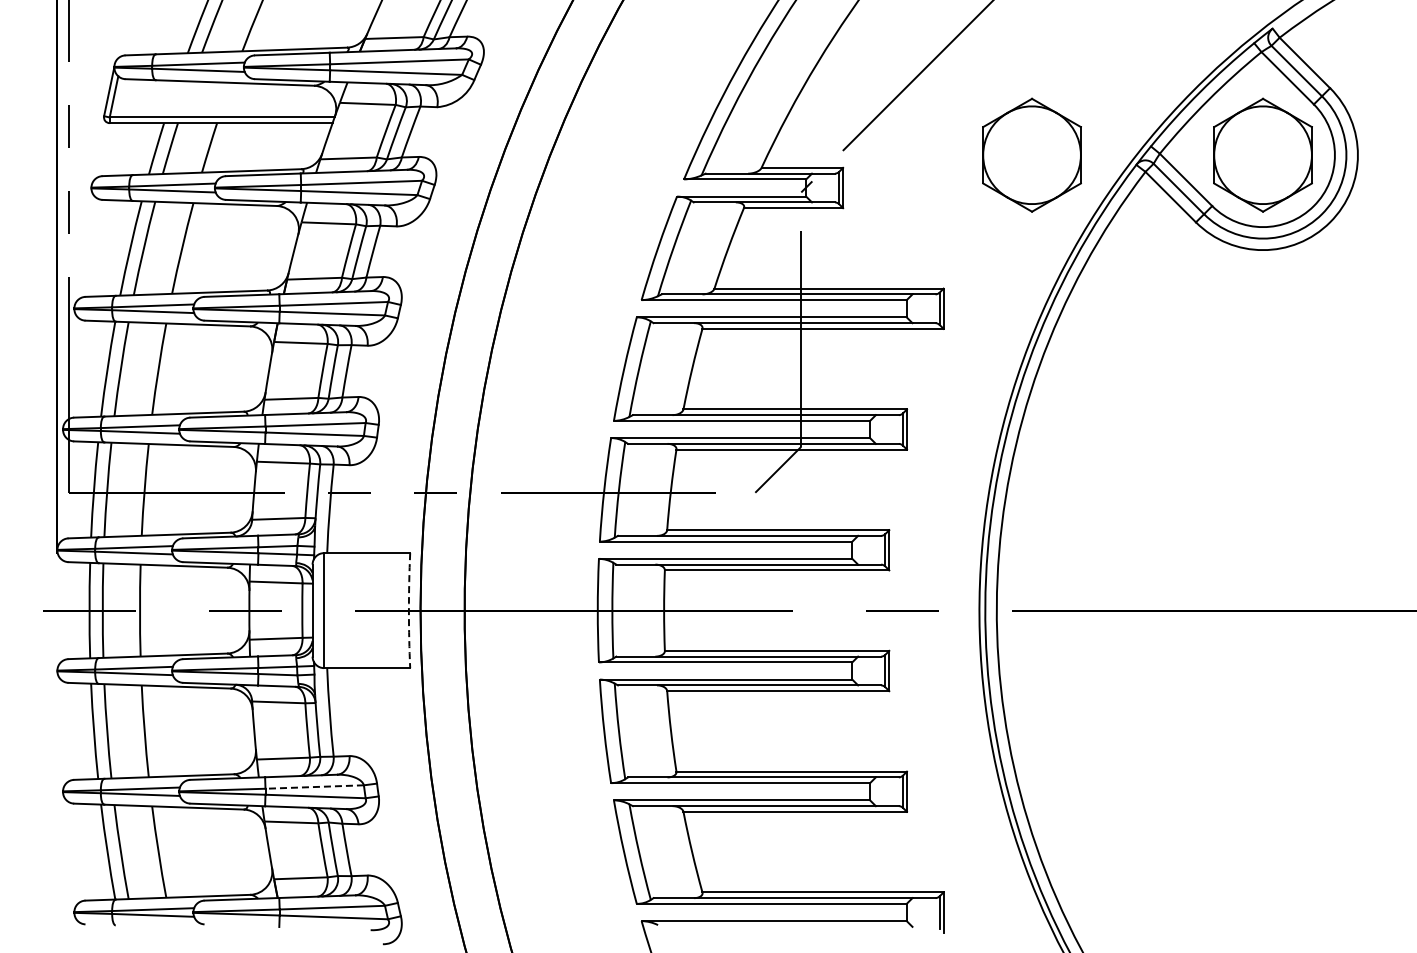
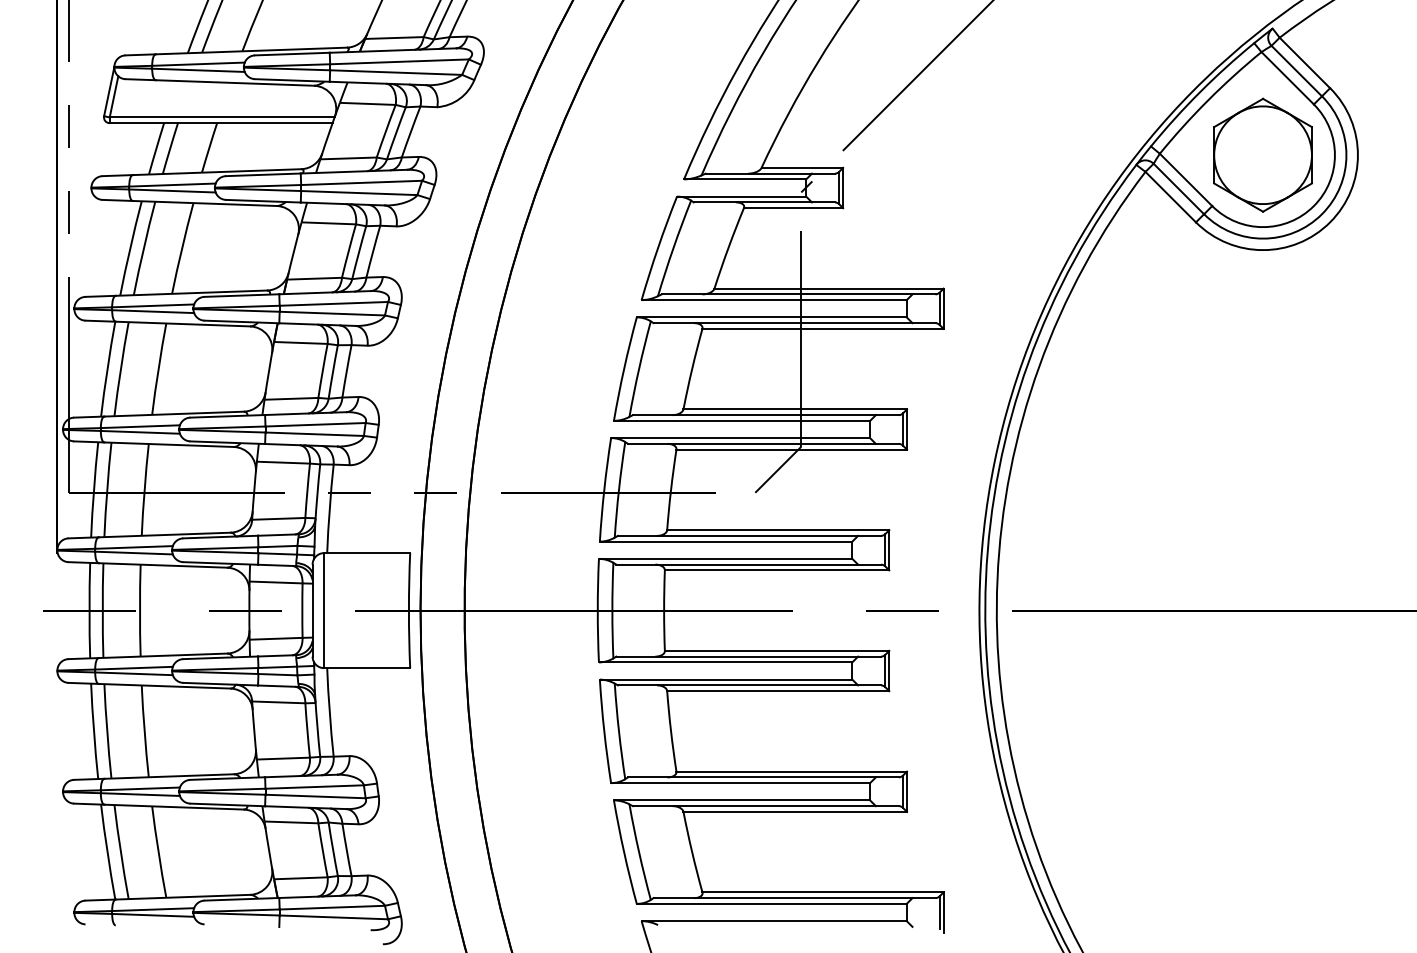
part at (1031, 154): present -> none
arc at (408, 610): dashed -> solid
line at (314, 787): dashed -> solid
